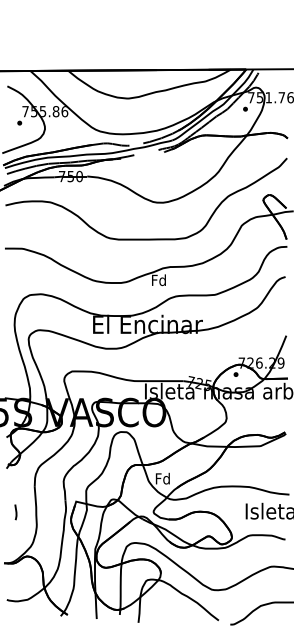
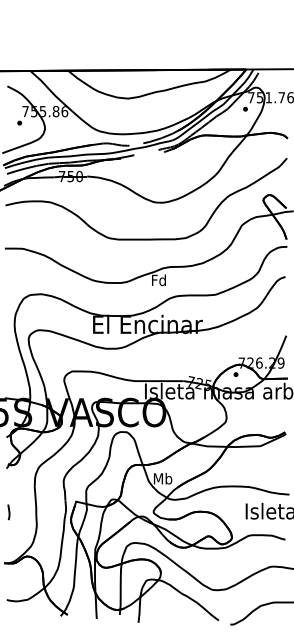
text at (163, 478): Fd -> Mb
line at (15, 512) position: (15, 512) -> (8, 512)
